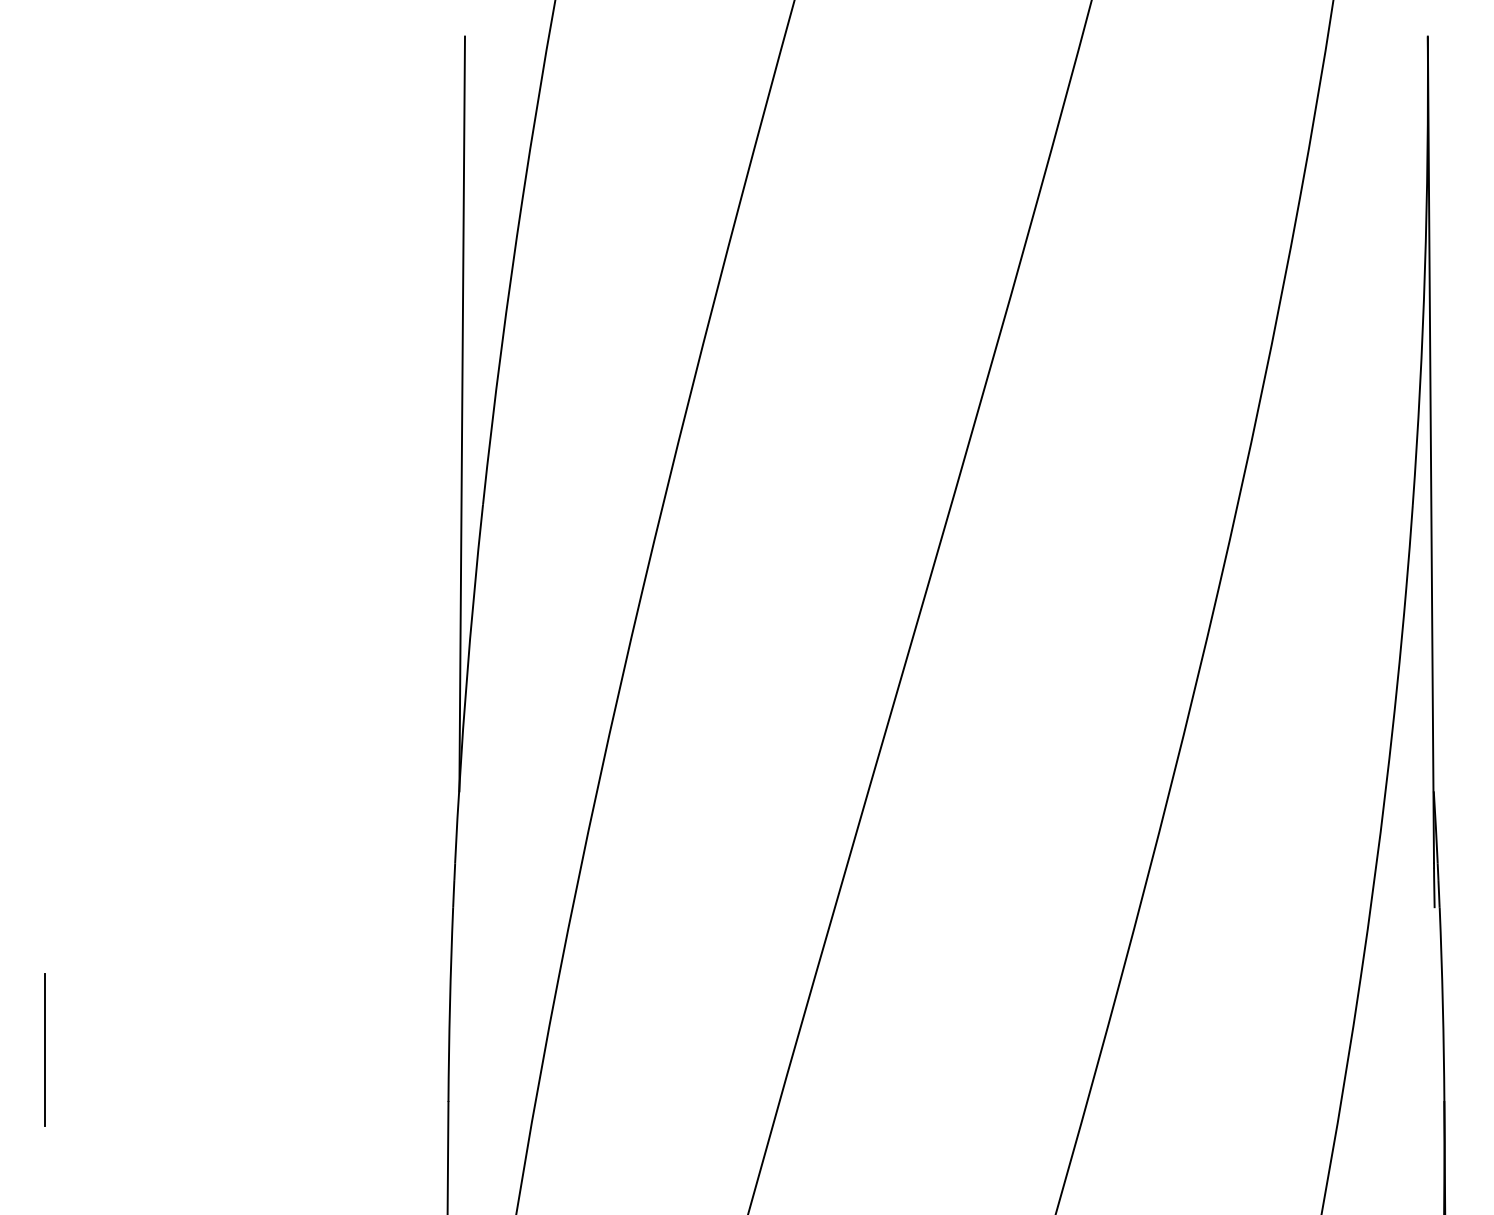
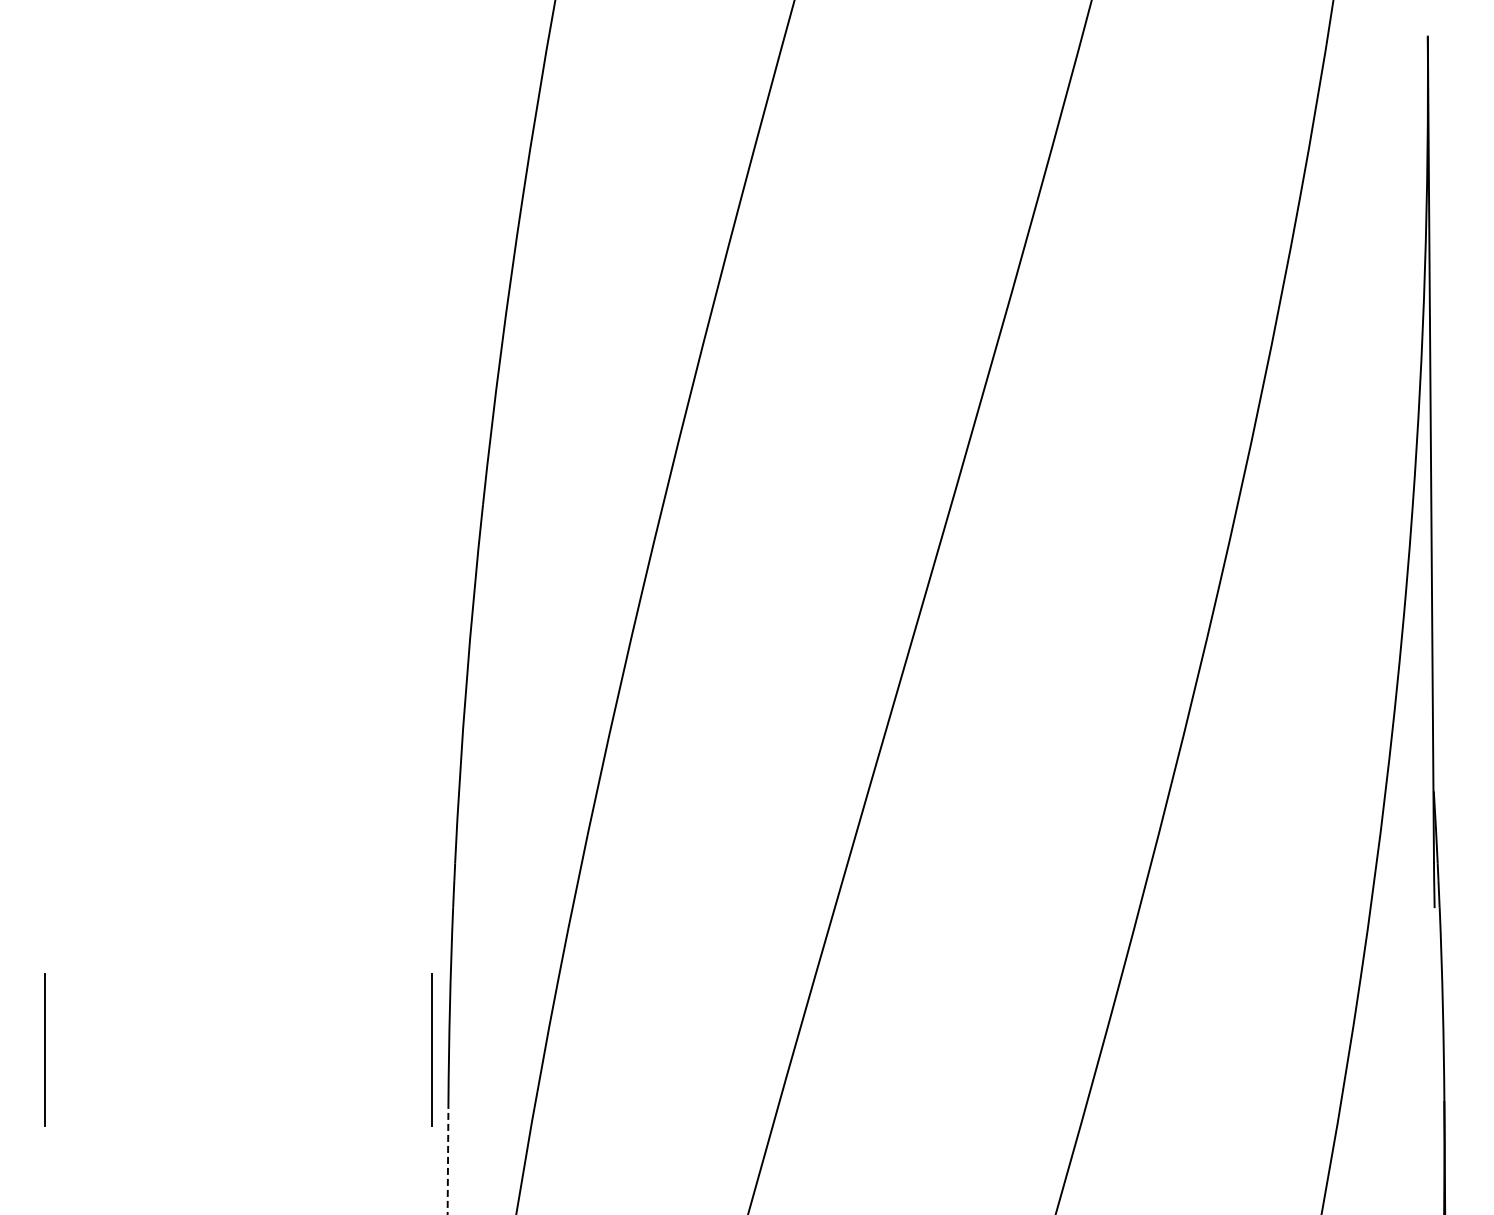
line at (462, 413): present -> none
line at (431, 1049): none -> present
line at (448, 1158): solid -> dashed
